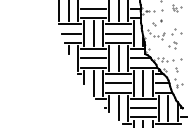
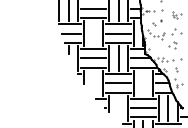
part at (177, 8) position: (177, 8) -> (177, 15)
line at (93, 33): present -> none
line at (93, 82): present -> none
line at (143, 82): present -> none
line at (118, 107): present -> none
